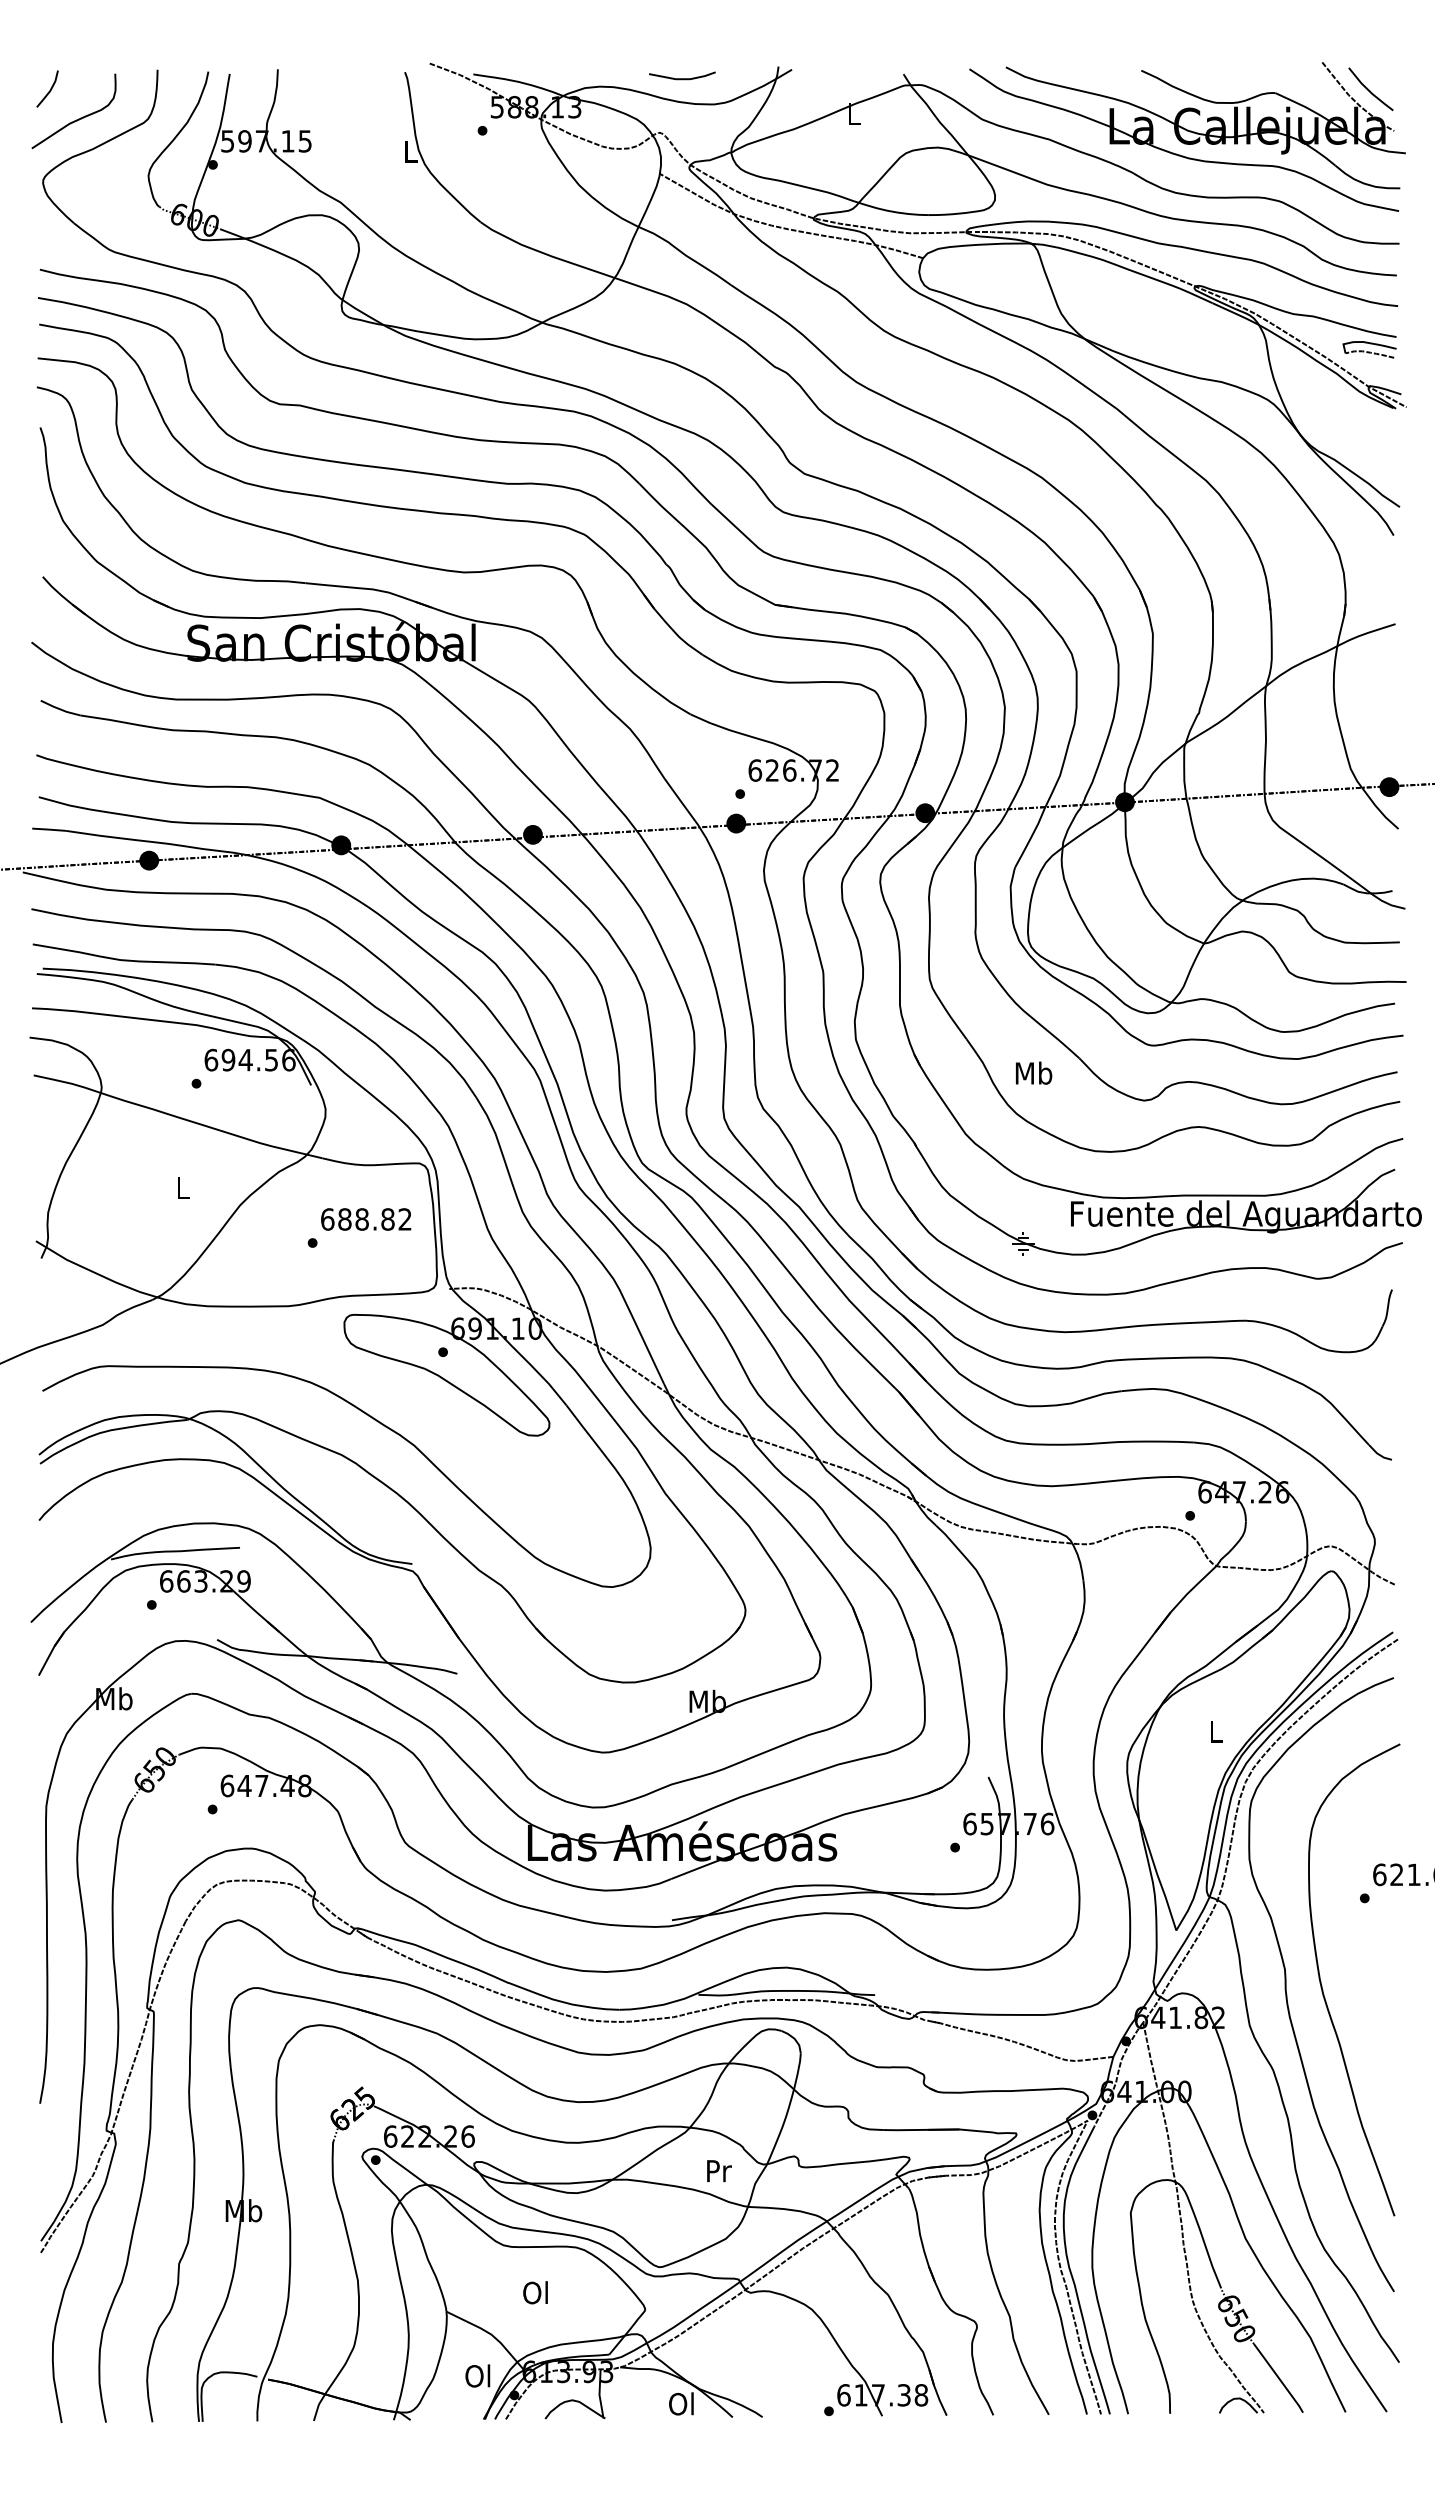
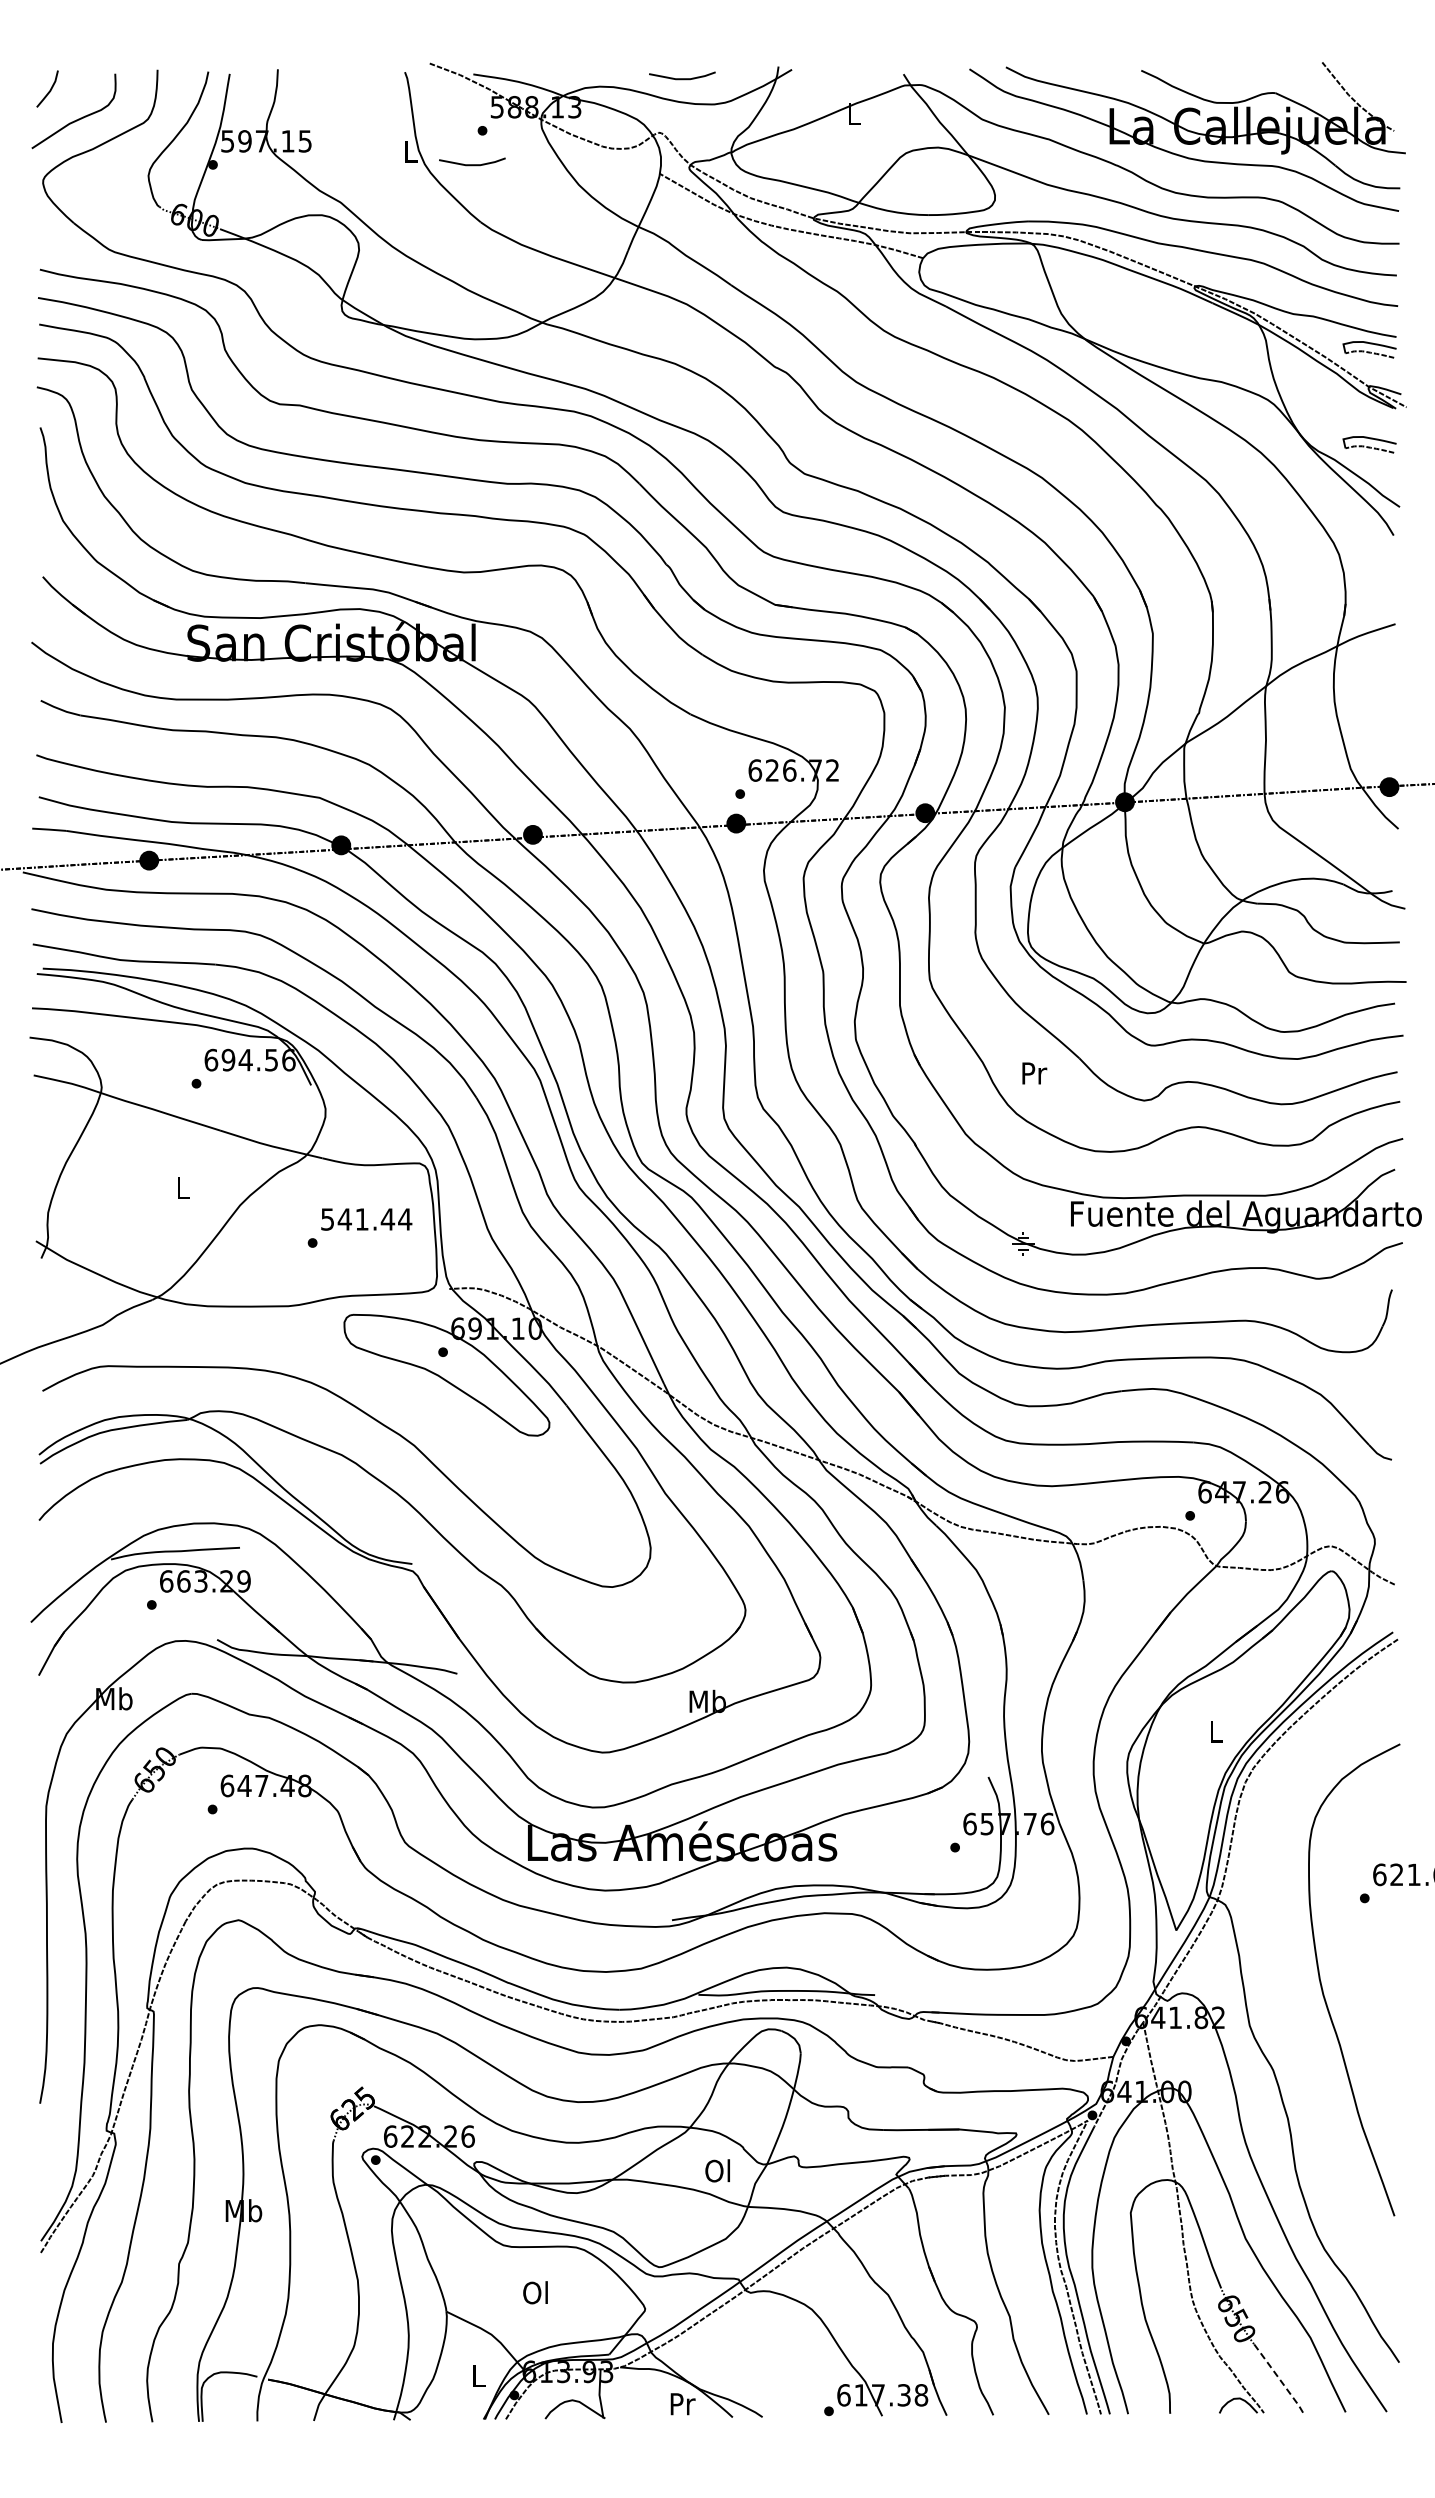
line at (1369, 89): present -> none
line at (472, 164): none -> present
part at (1369, 444): none -> present
text at (1033, 1072): Mb -> Pr
text at (366, 1219): 688.82 -> 541.44
curve at (1286, 1984): present -> none
text at (718, 2170): Pr -> Ol
text at (477, 2375): Ol -> L
line at (1278, 2377): solid -> dashed
text at (682, 2403): Ol -> Pr
